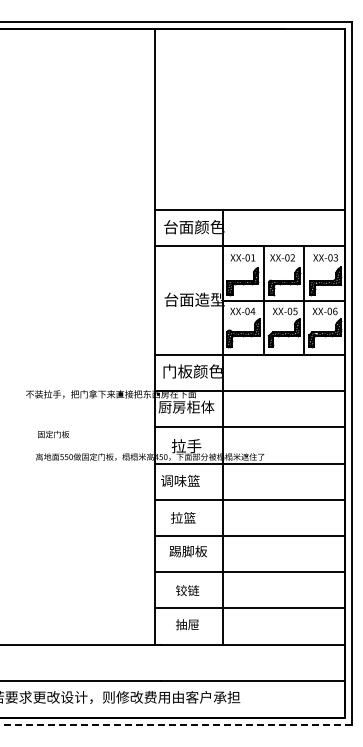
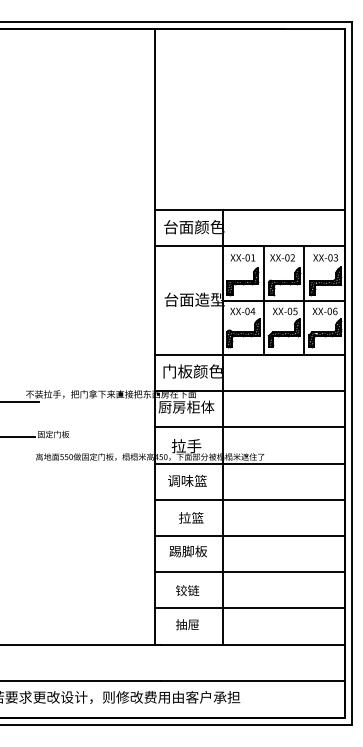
line at (20, 402): none -> present
line at (18, 437): none -> present
text at (180, 480) position: (180, 480) -> (187, 480)
text at (183, 517) position: (183, 517) -> (191, 517)
line at (176, 724): dashed -> solid
